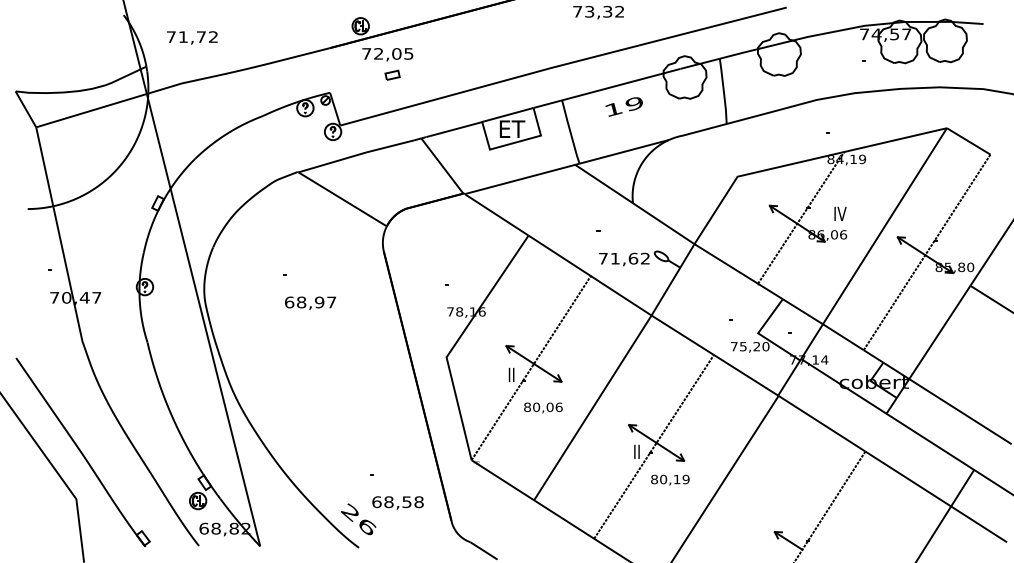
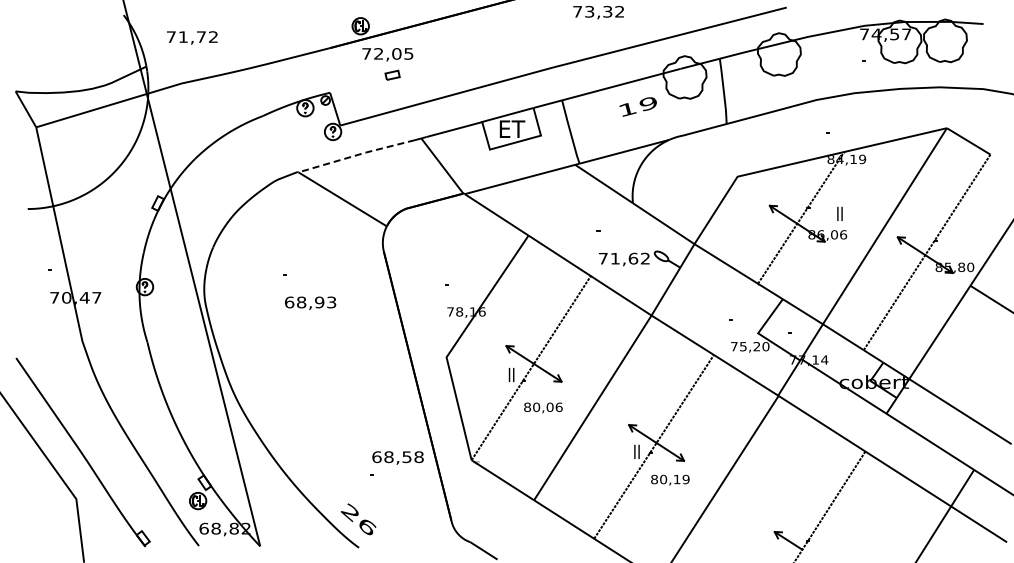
text at (623, 106) position: (623, 106) -> (637, 106)
line at (356, 155): solid -> dashed
text at (840, 213): IV -> II
text at (331, 302): 68,97 -> 68,93
text at (397, 502) position: (397, 502) -> (397, 457)
